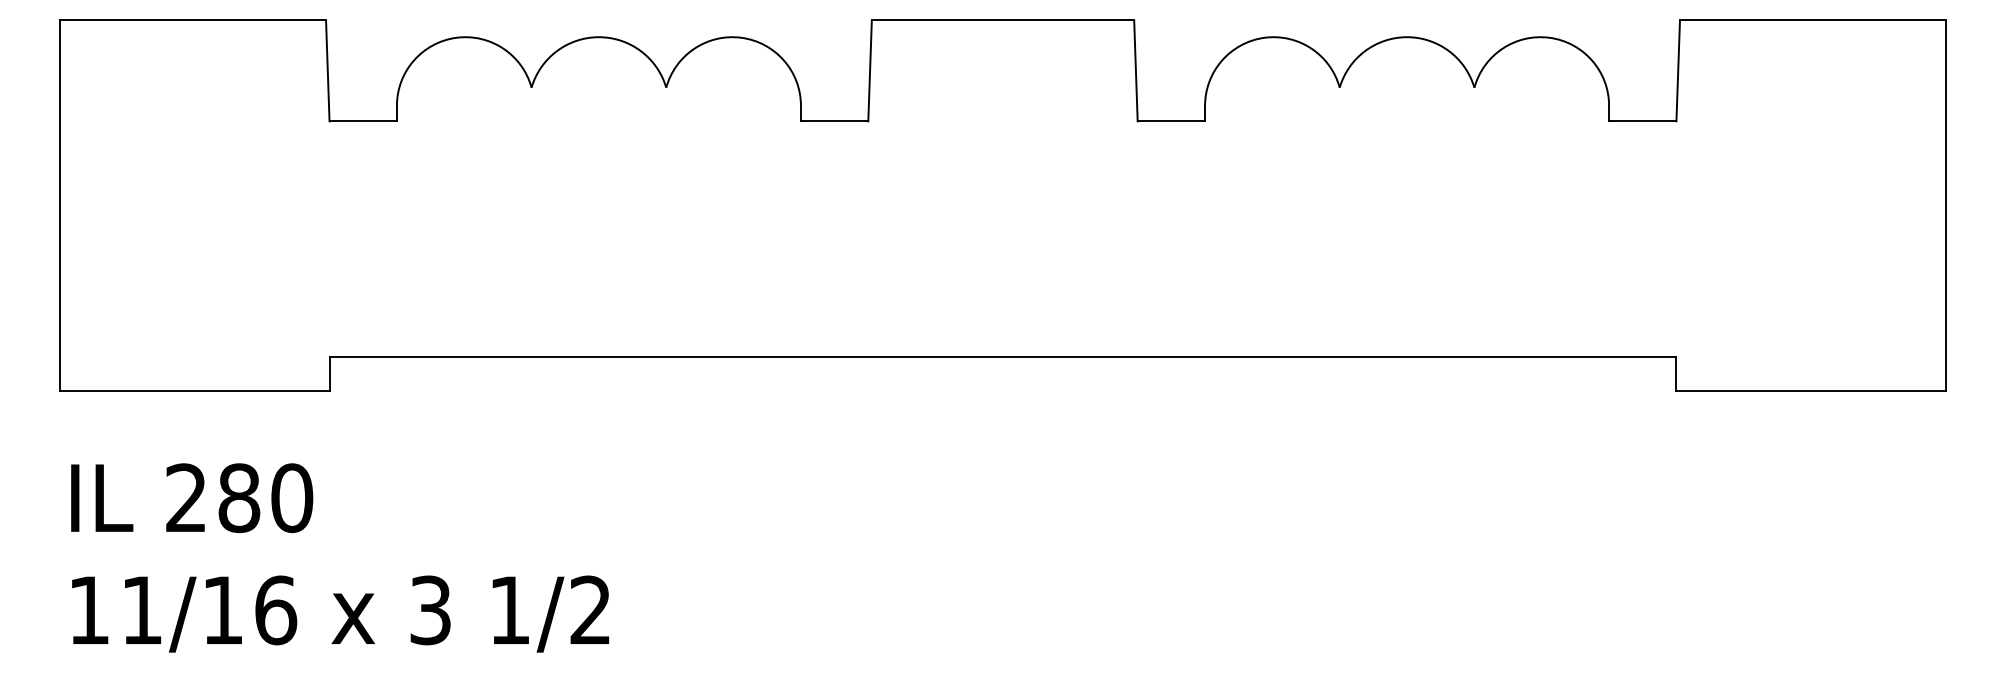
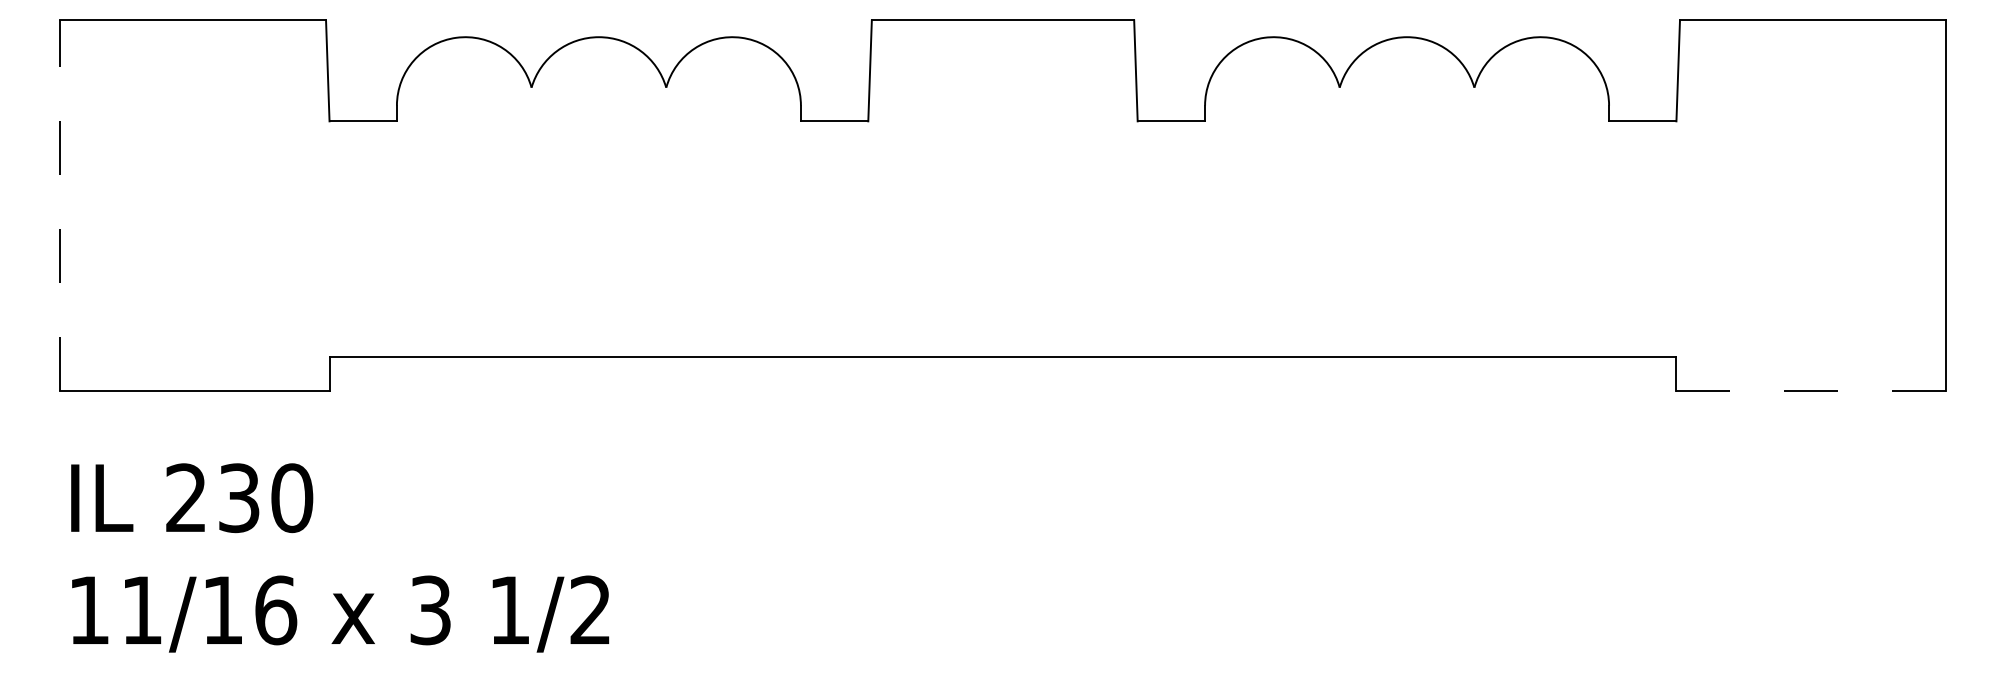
line at (60, 205): solid -> dashed
line at (1811, 390): solid -> dashed
text at (239, 498): 280 -> 230
